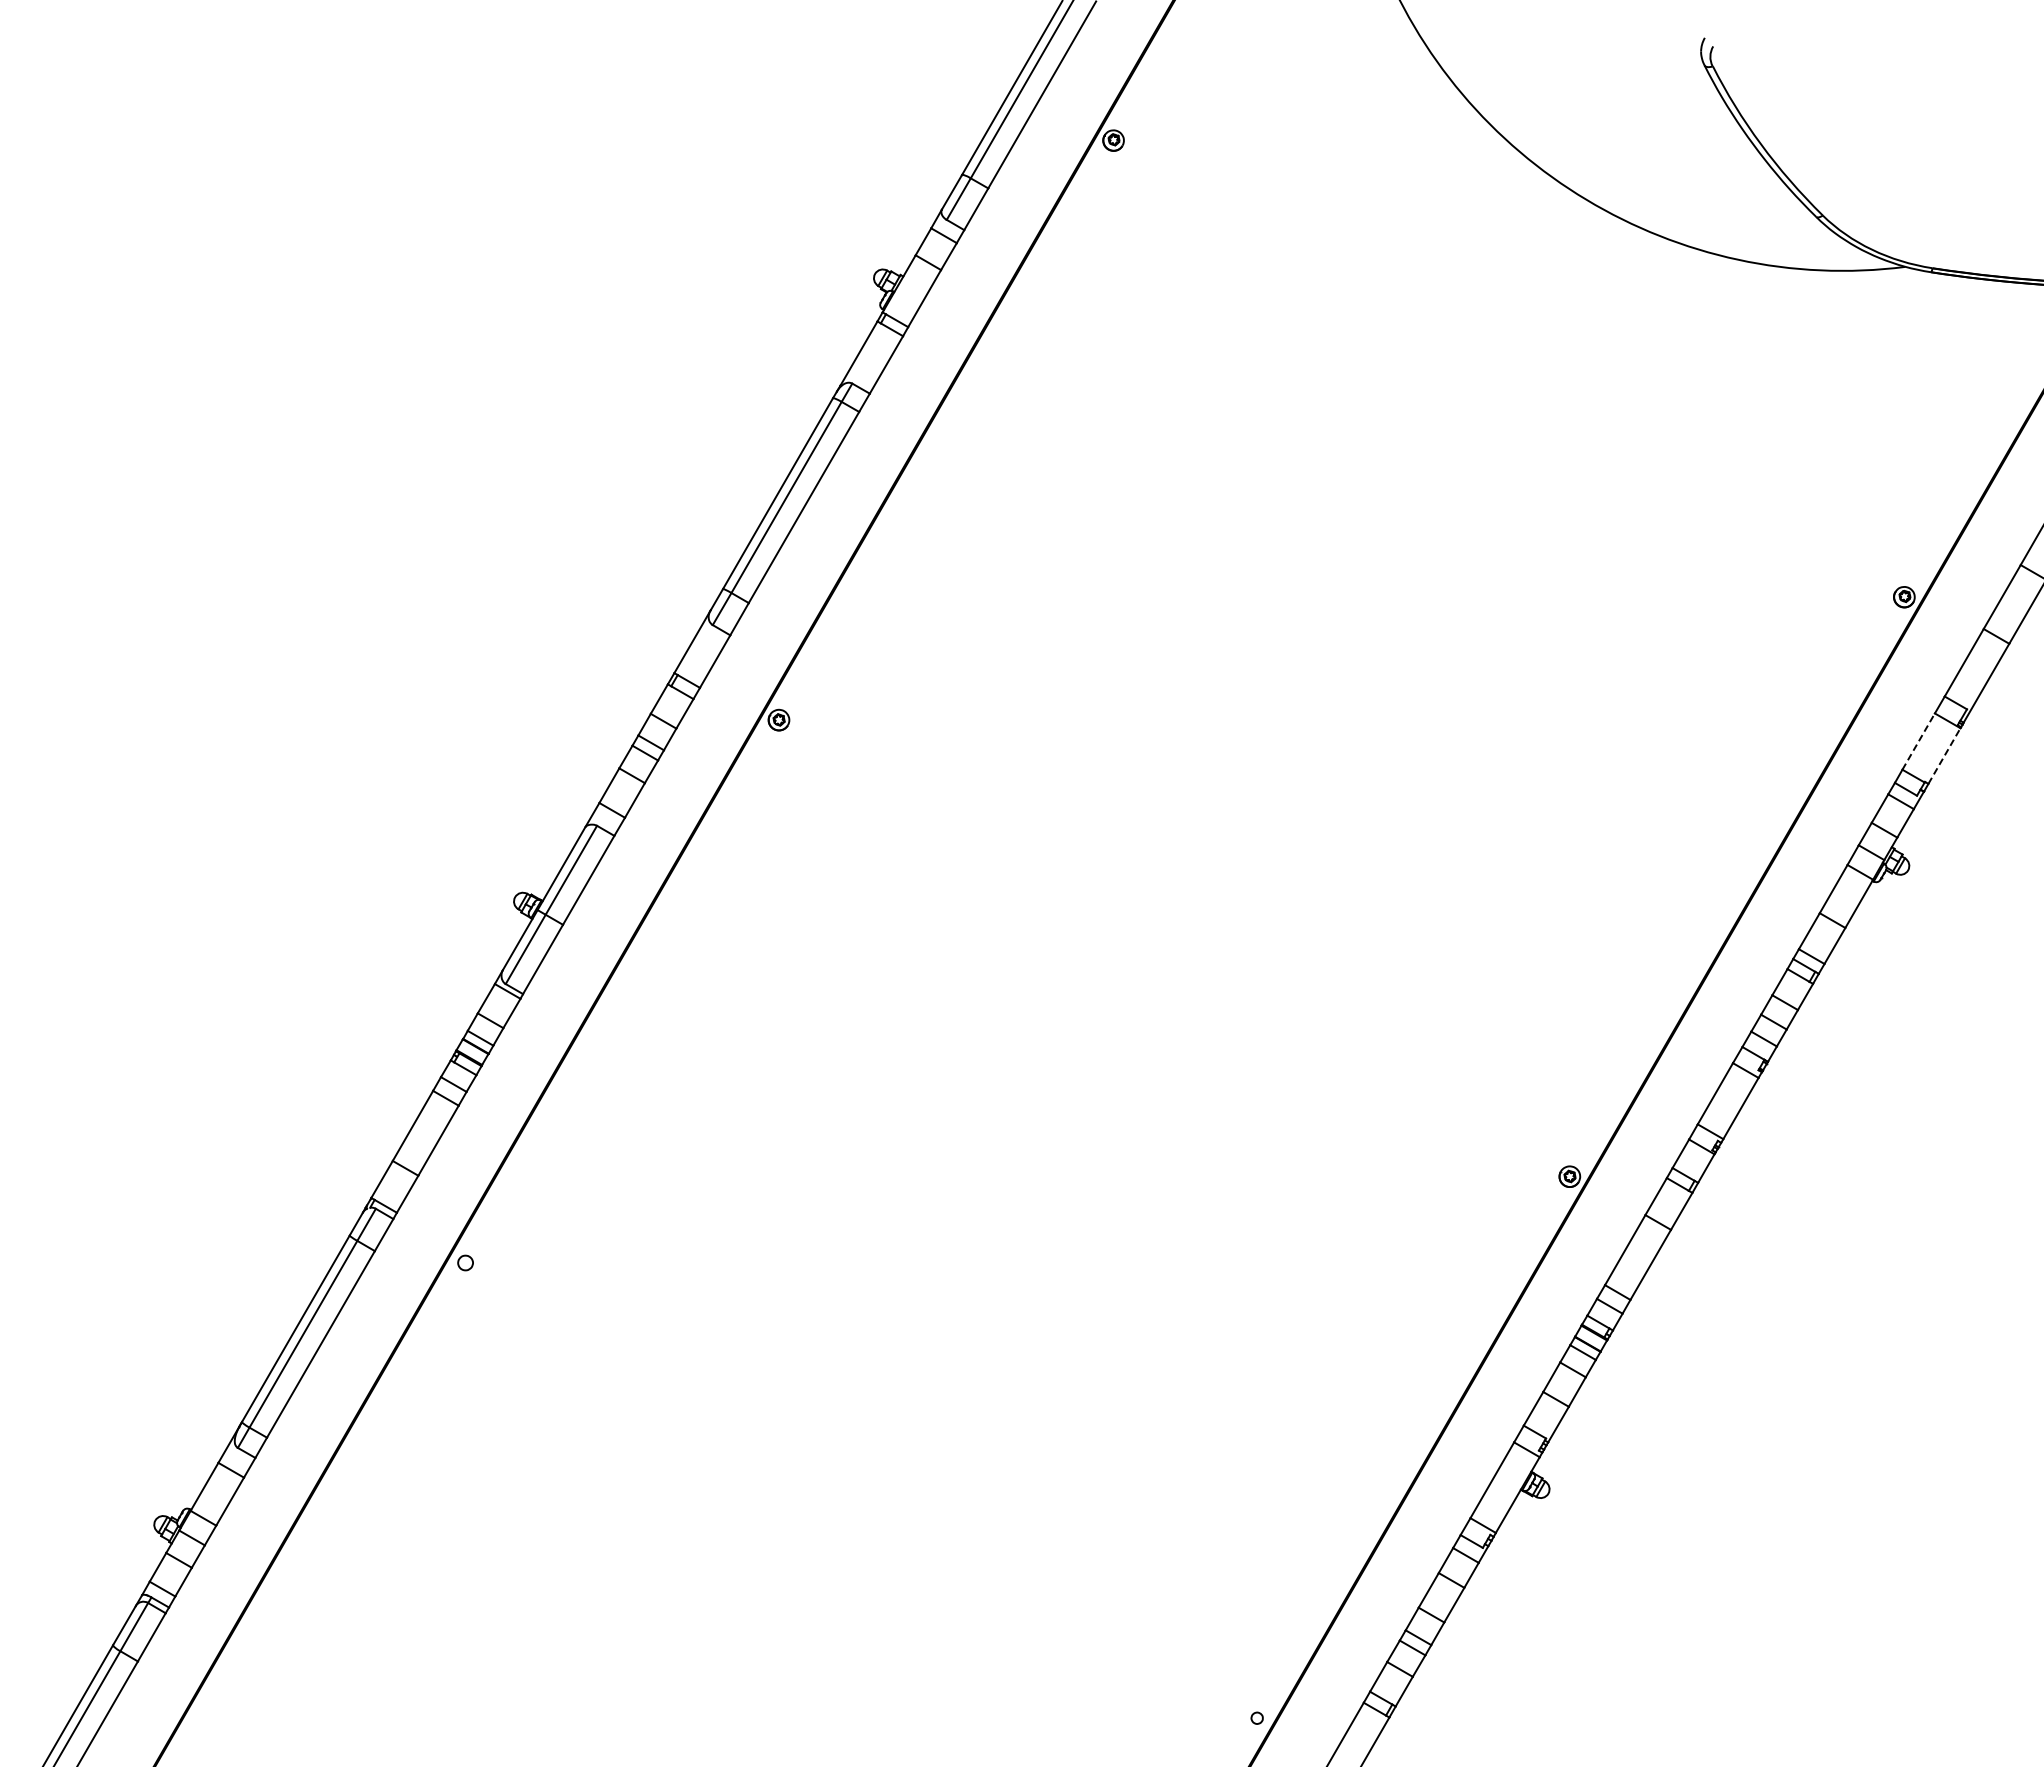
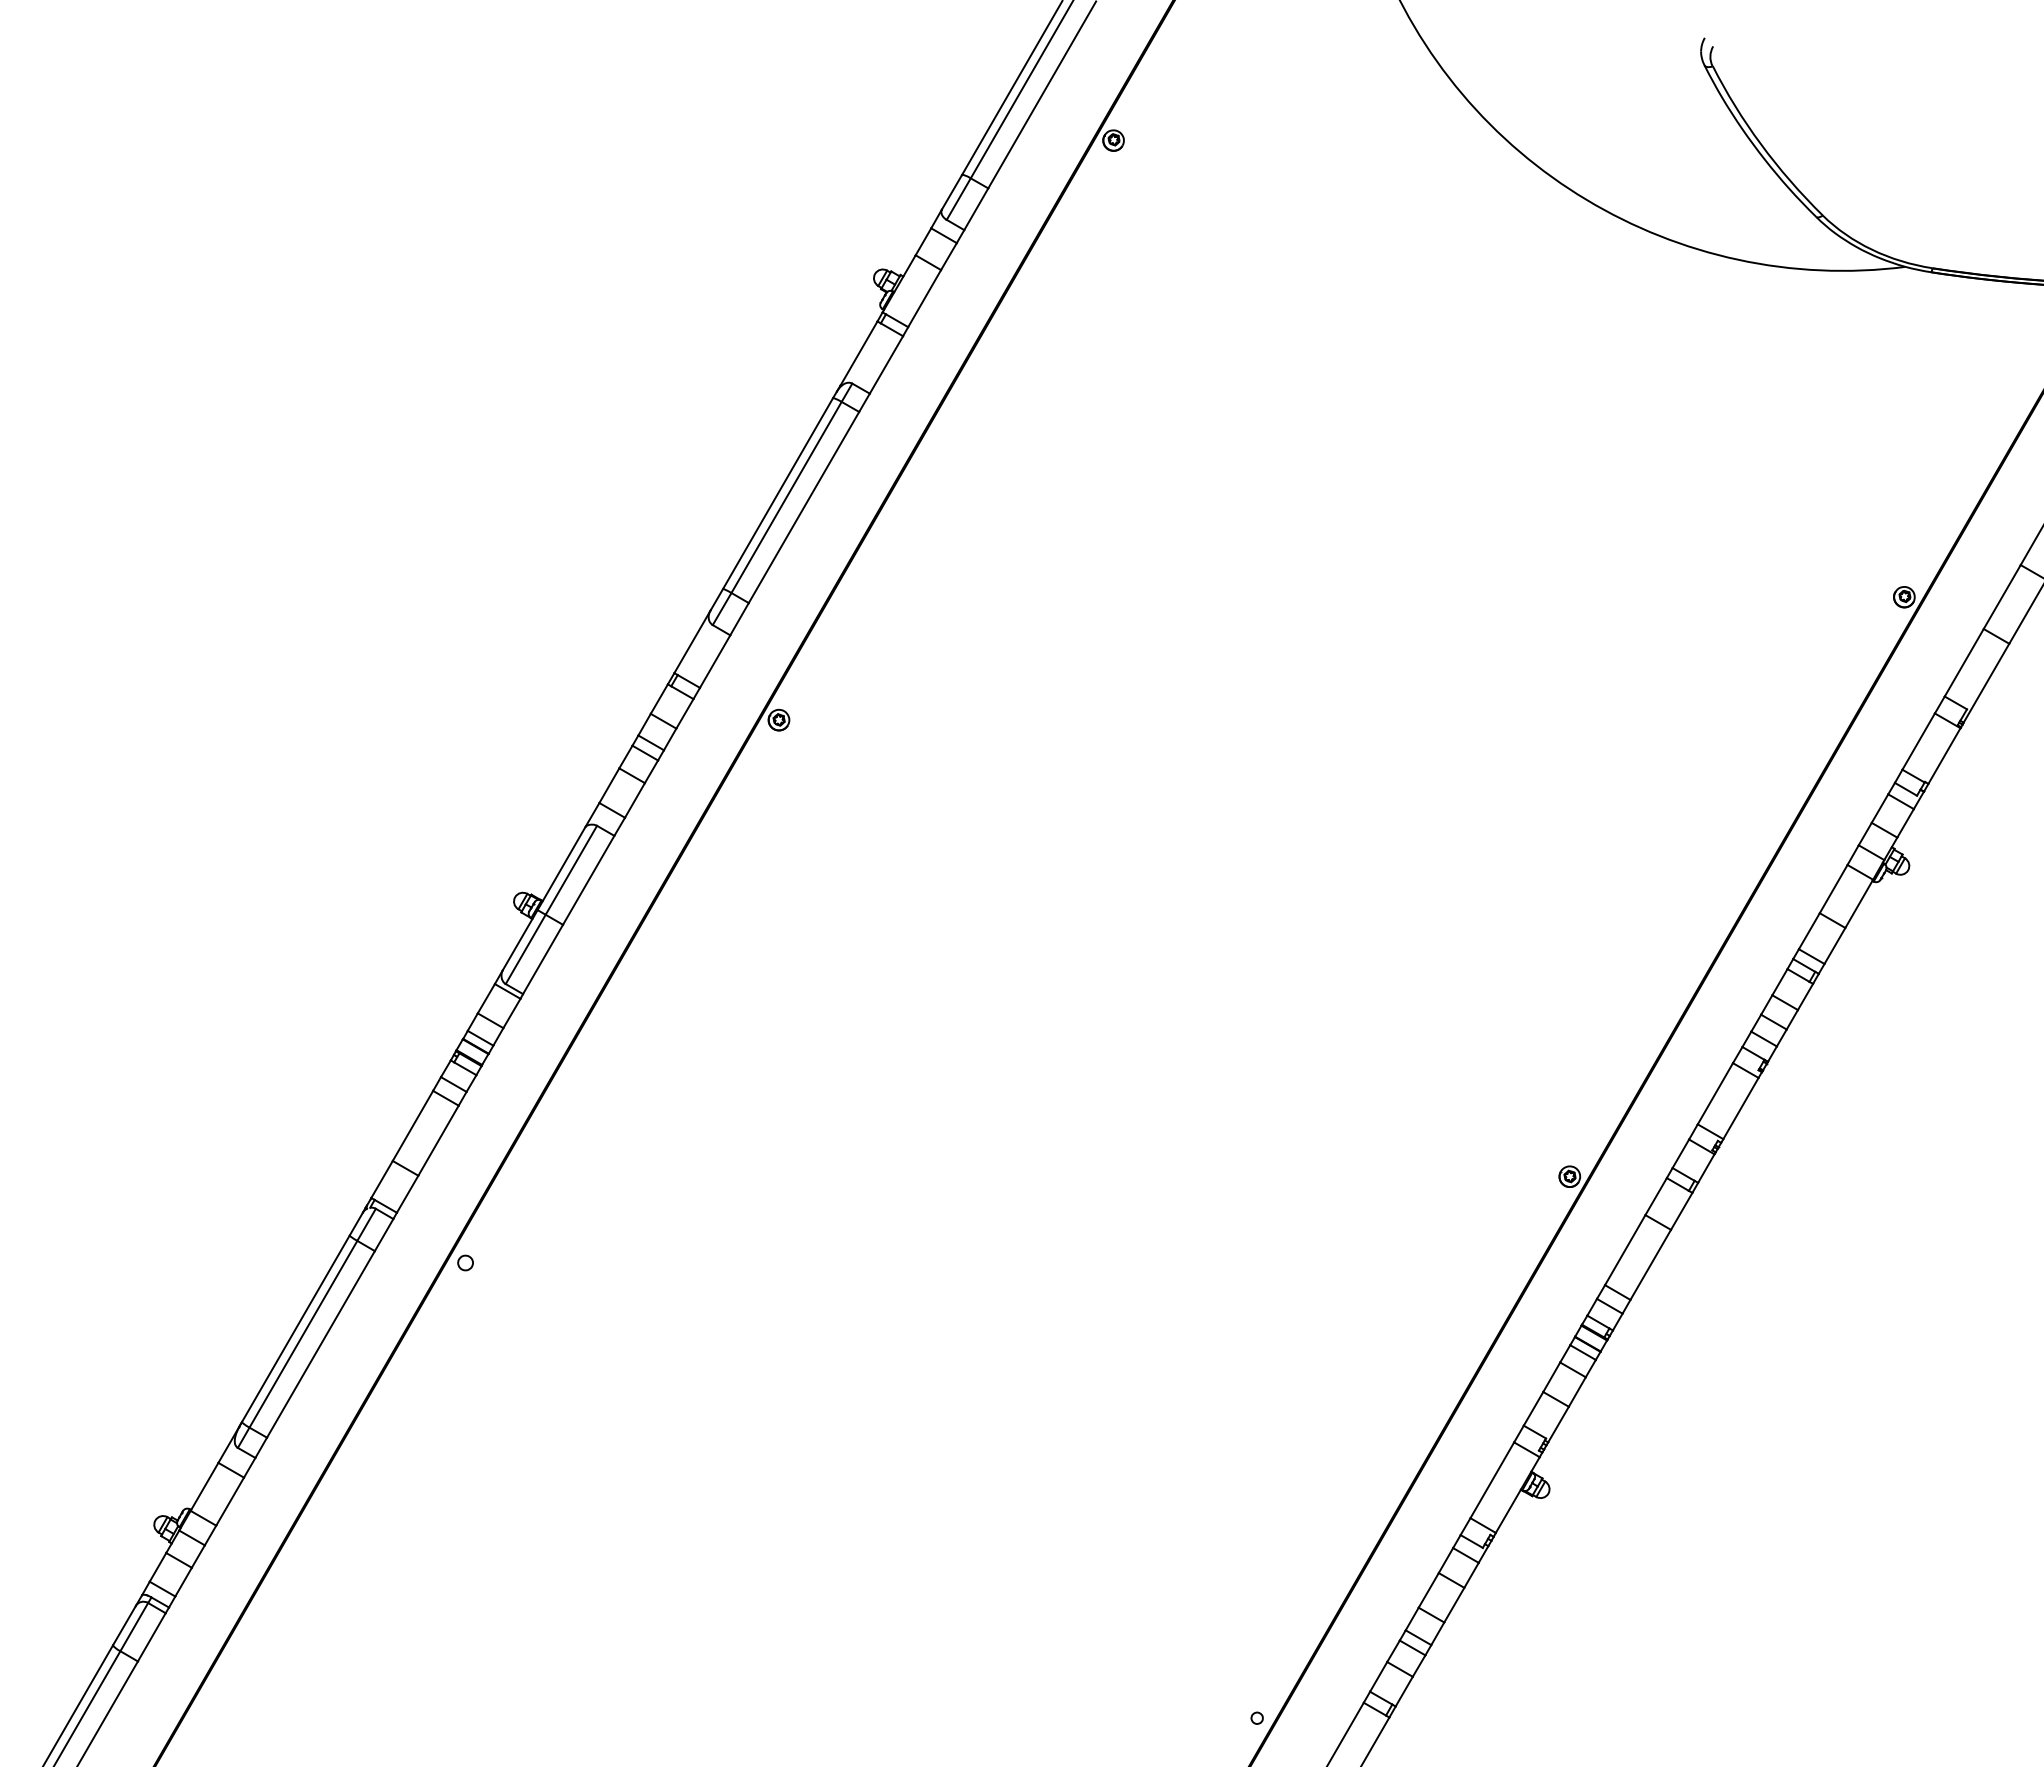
line at (1918, 741): dashed -> solid
line at (1944, 755): dashed -> solid
